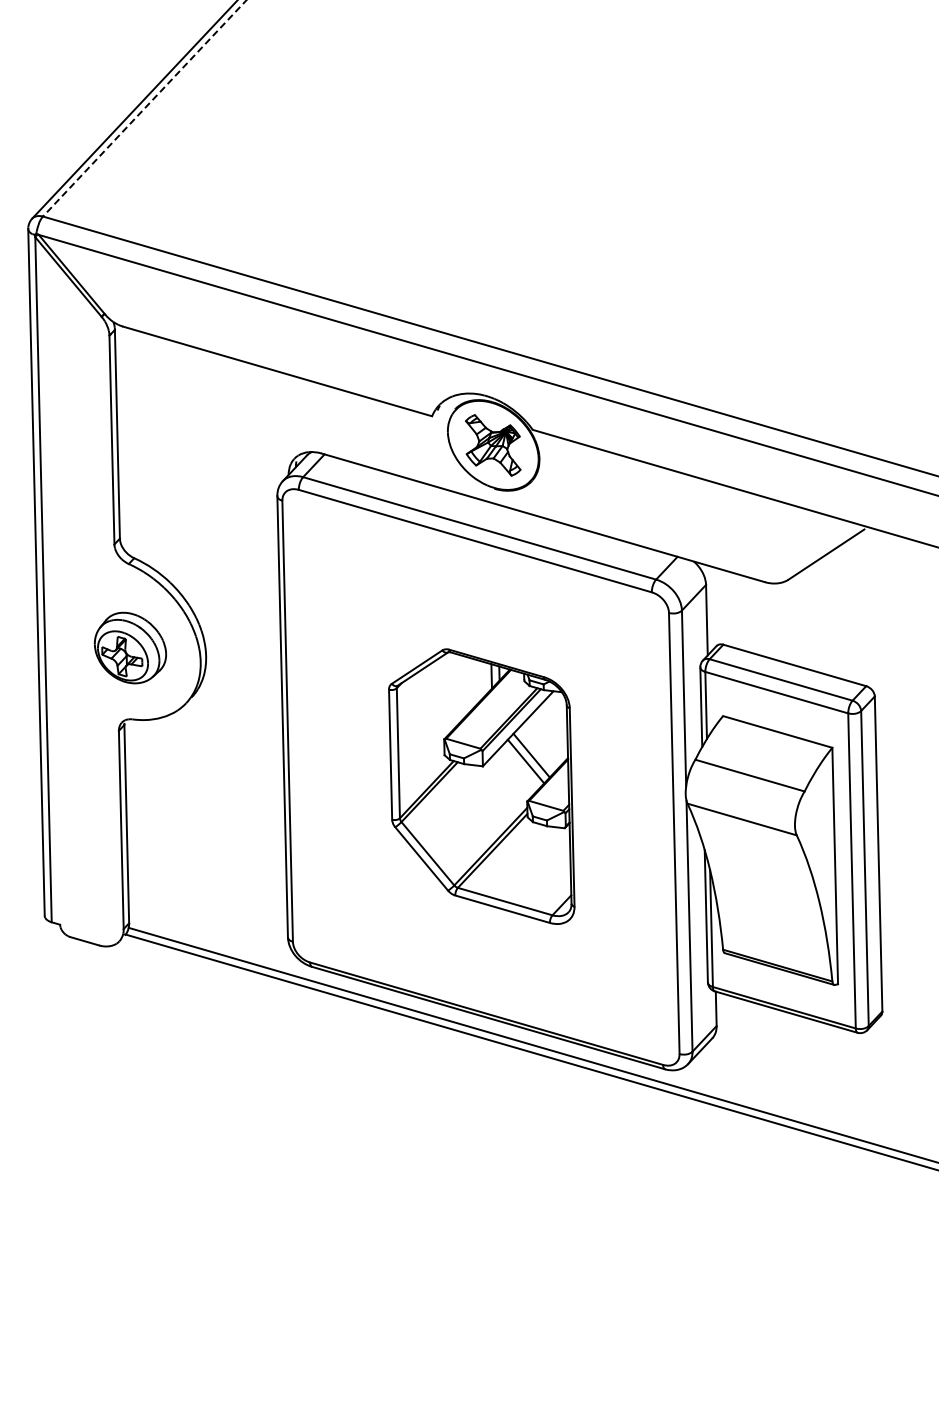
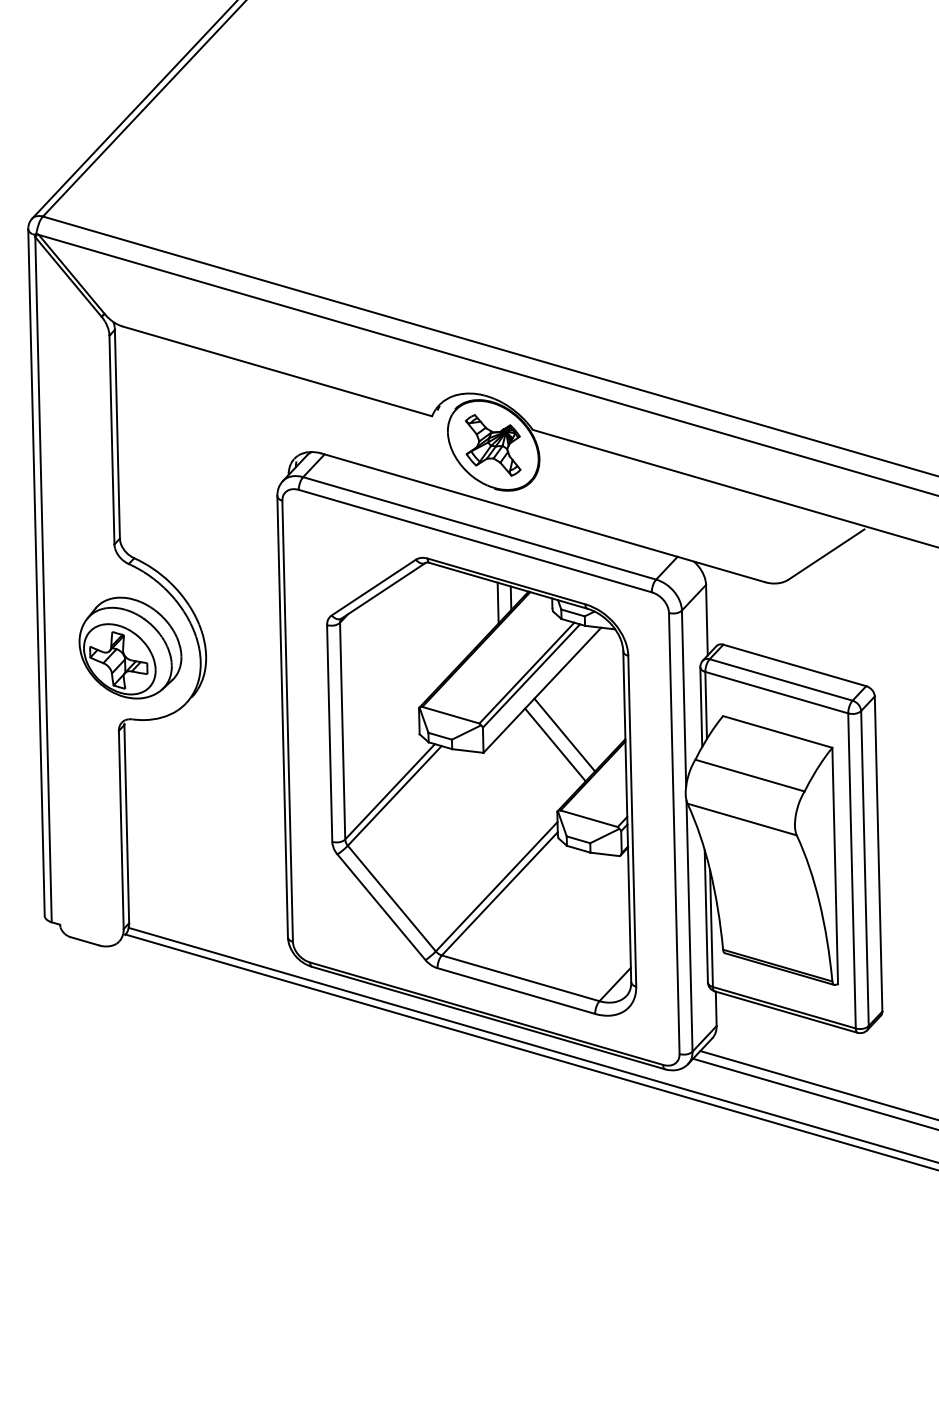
line at (144, 108): dashed -> solid
part at (130, 647) size: 73x74 px -> 105x104 px
part at (481, 786) size: 188x277 px -> 312x461 px
line at (817, 1085): none -> present
line at (814, 1093): none -> present
